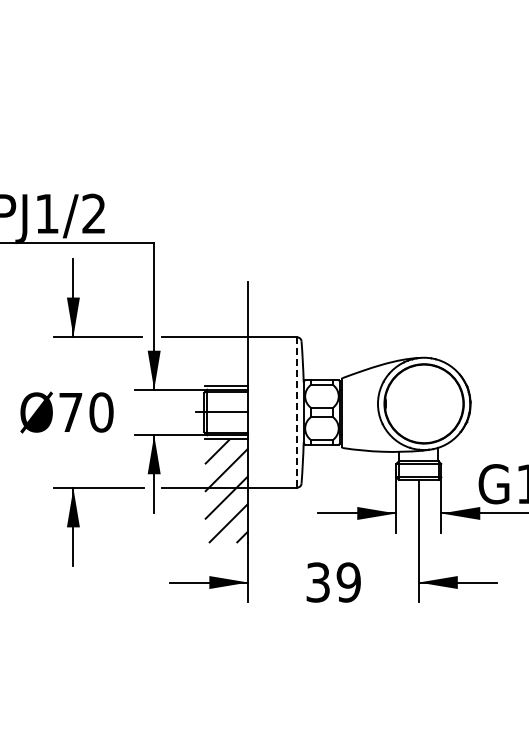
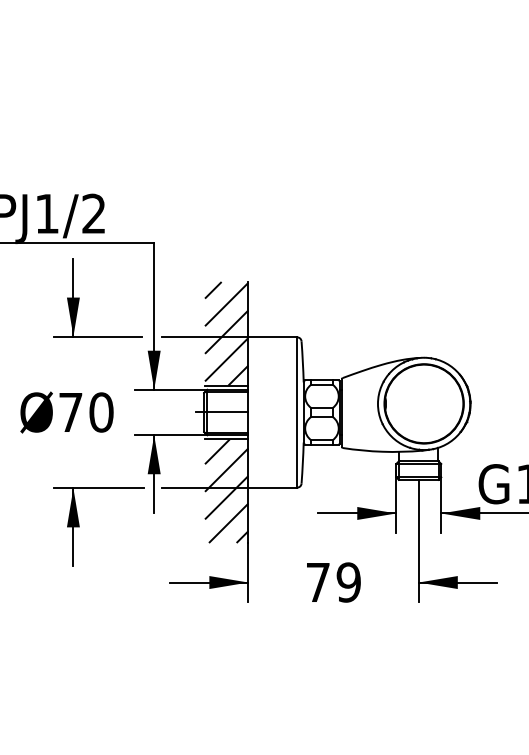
hatch at (226, 333): none -> present
line at (297, 412): dashed -> solid
text at (317, 582): 39 -> 79
